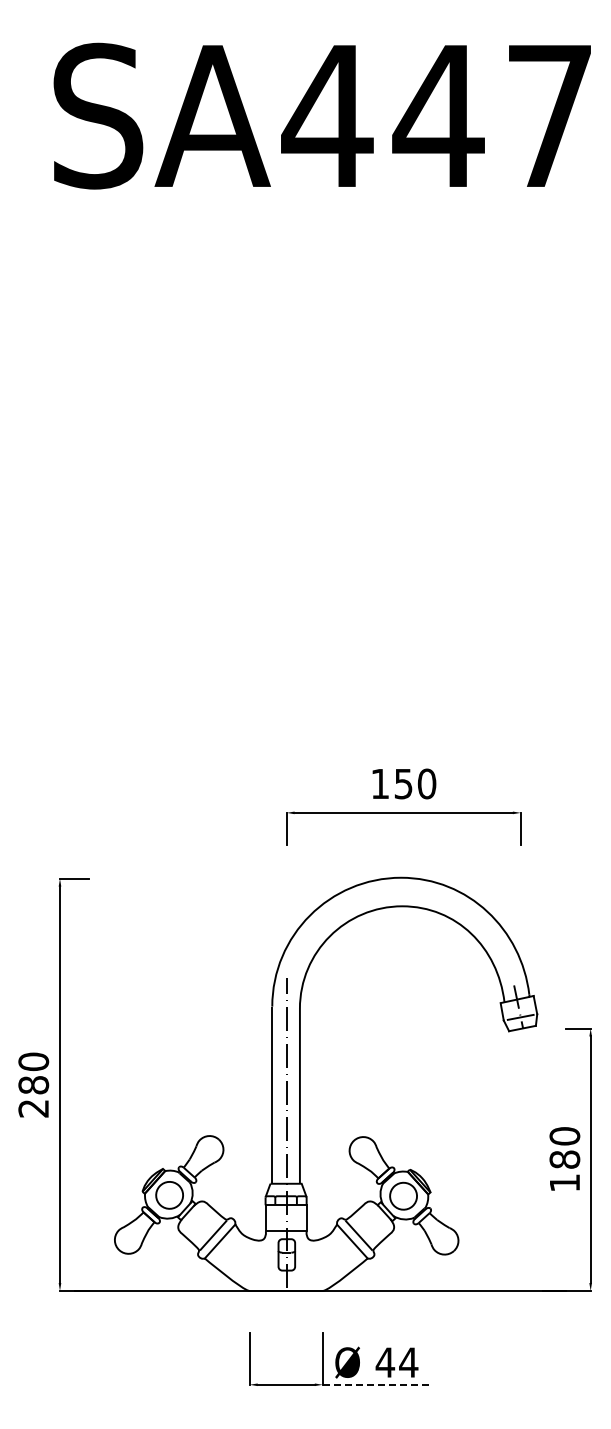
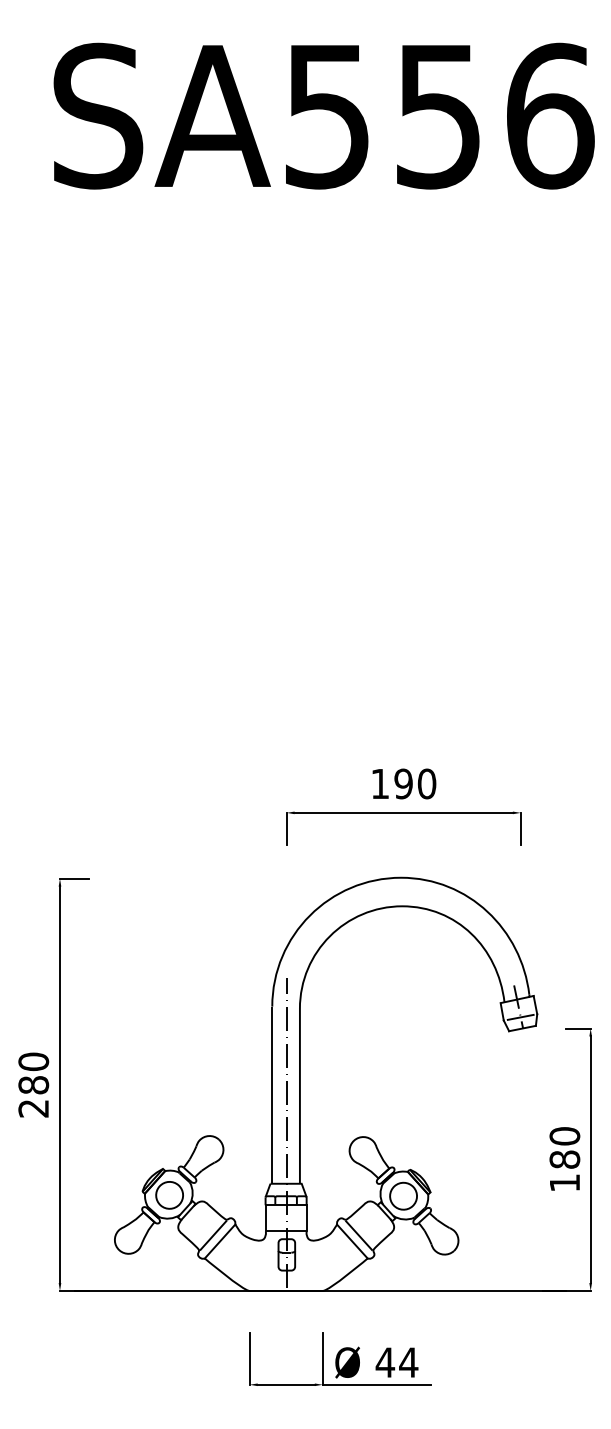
text at (437, 115): SA447 -> SA556
text at (403, 783): 150 -> 190
line at (376, 1384): dashed -> solid
